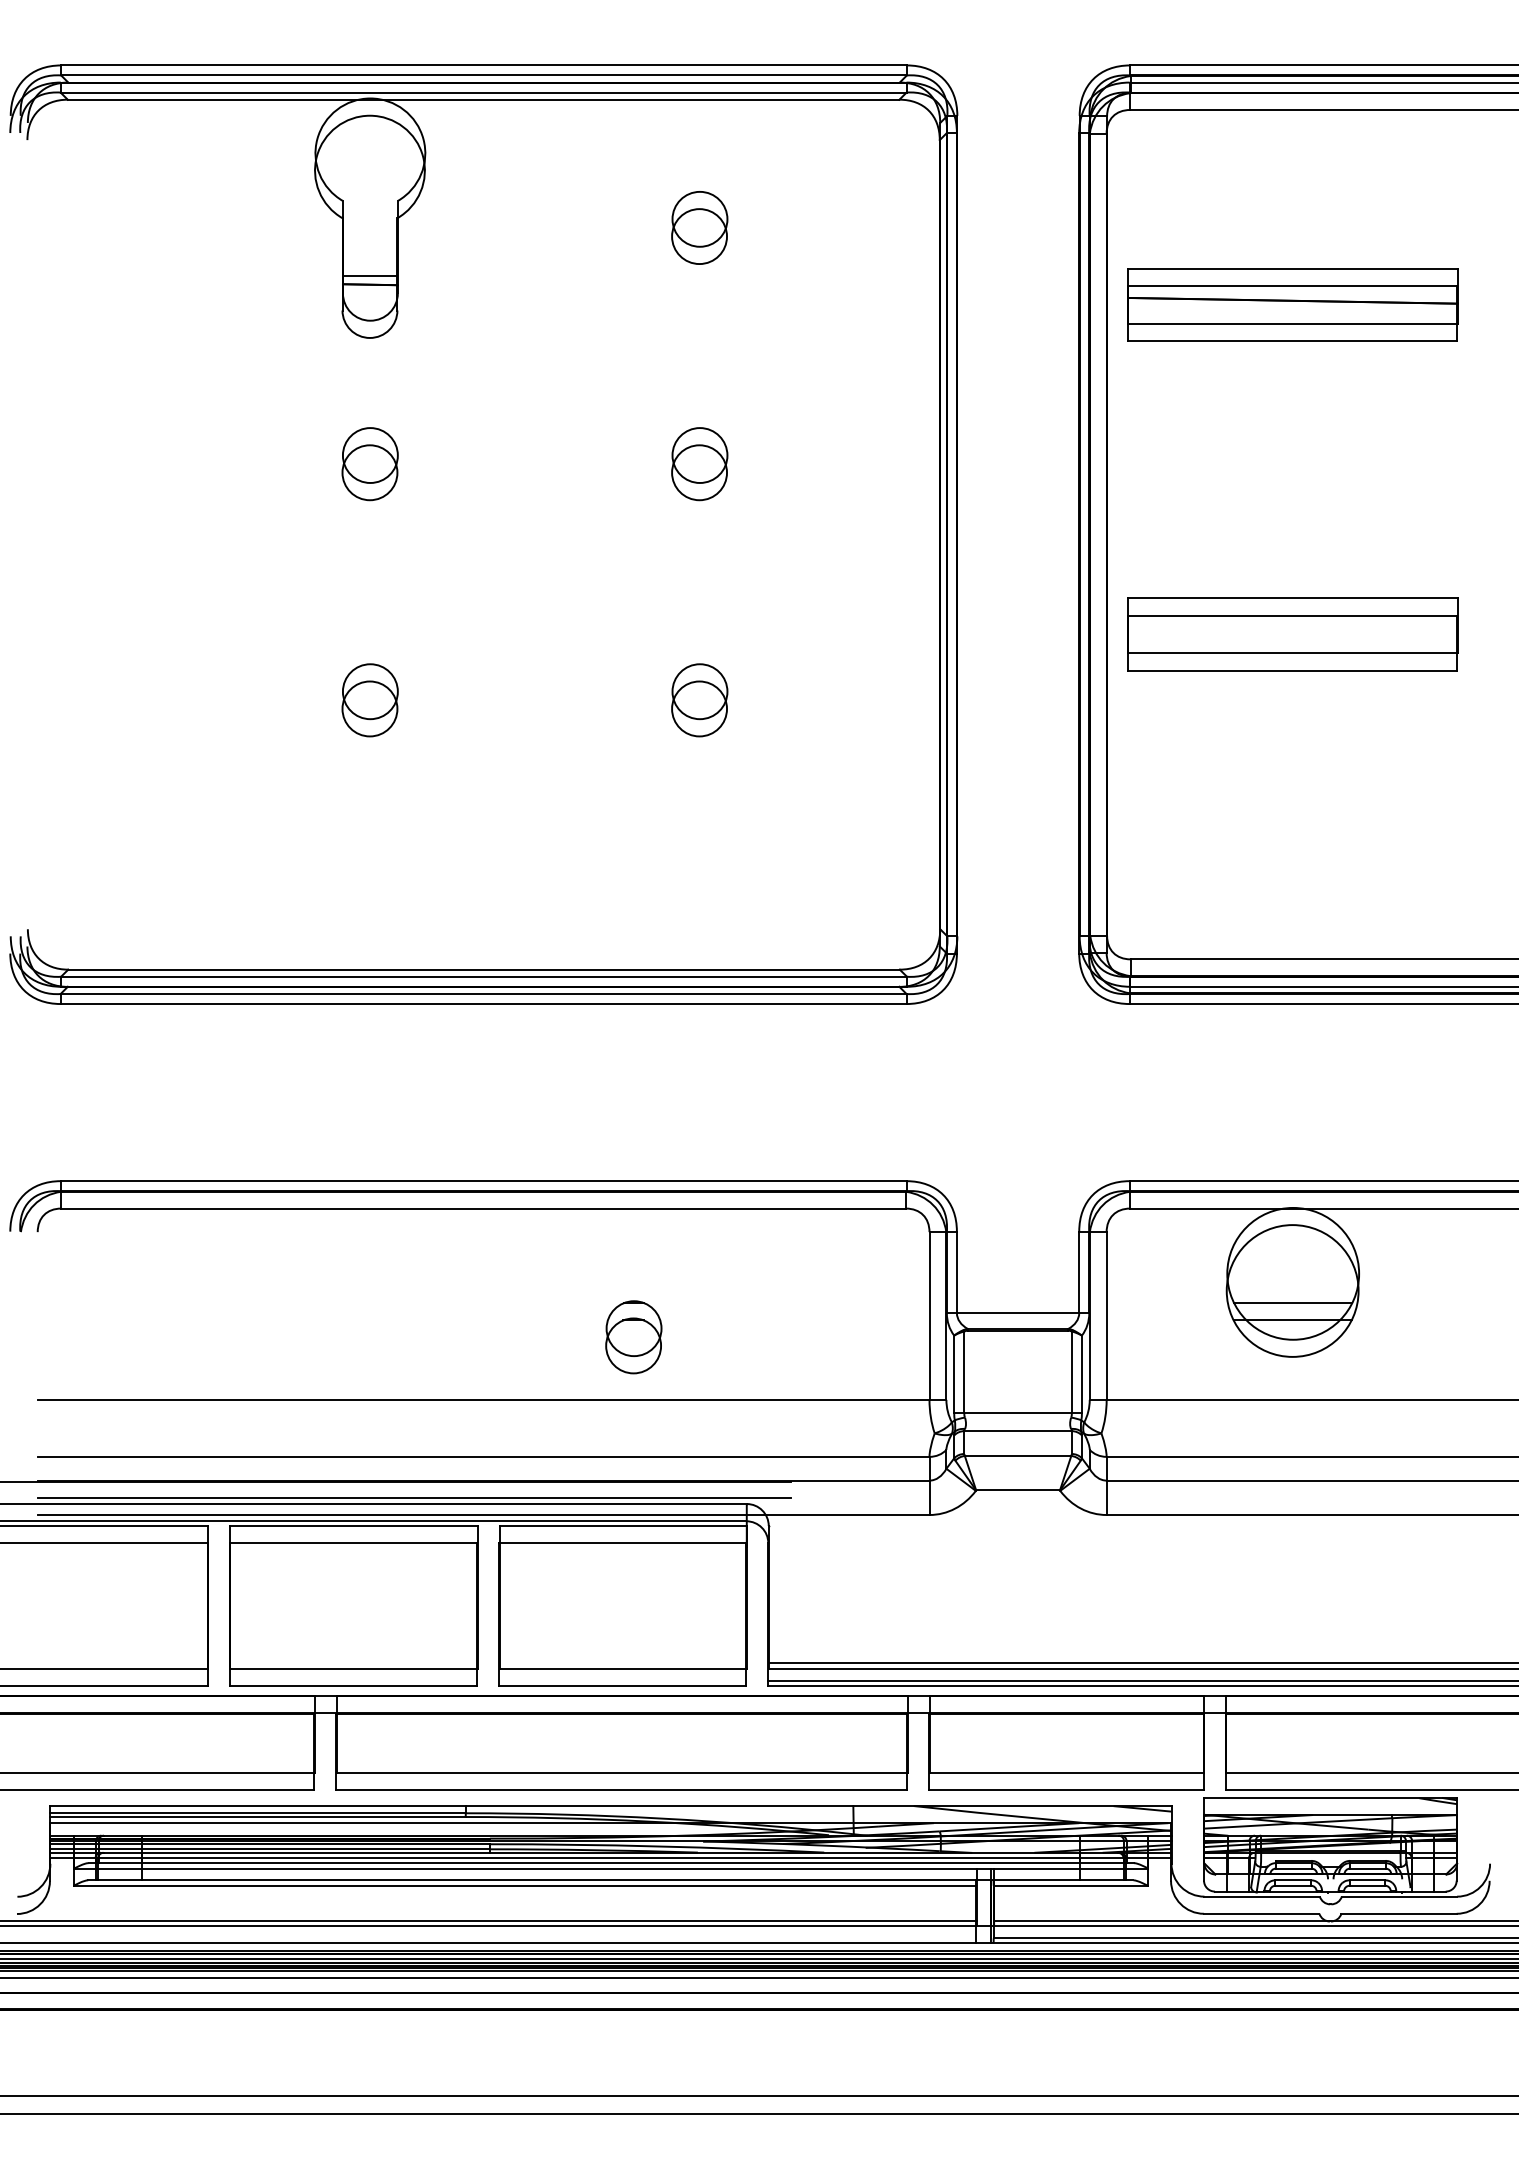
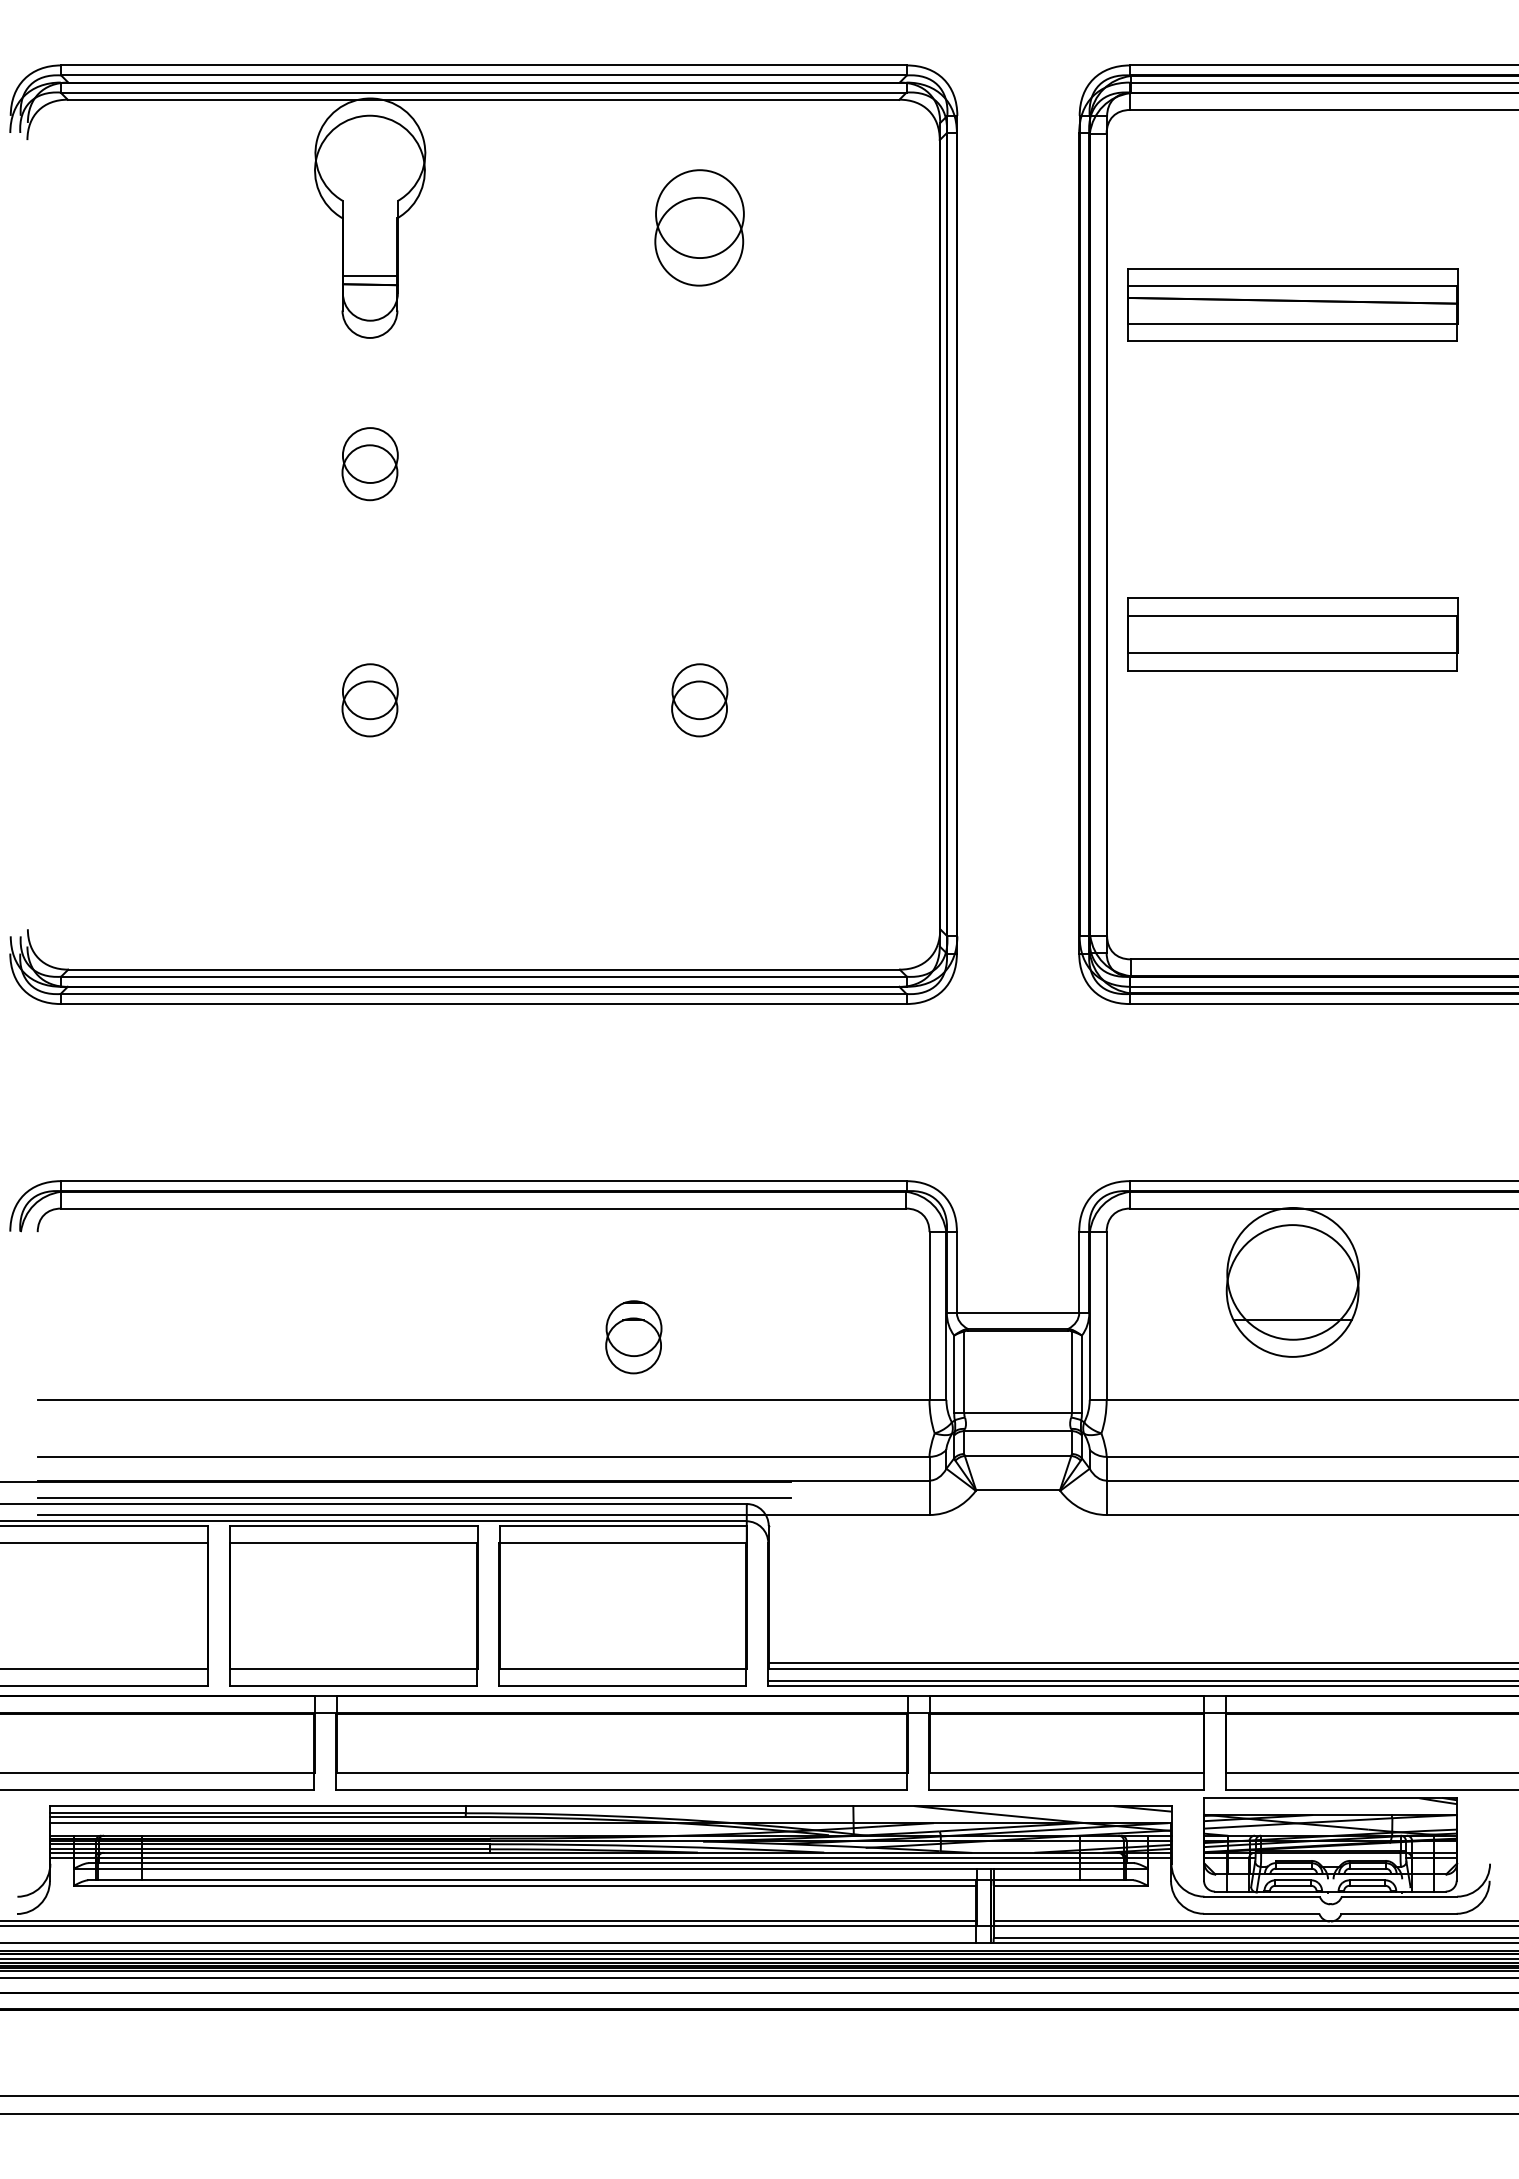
part at (699, 227) size: 58x74 px -> 91x118 px
part at (699, 464): present -> none
line at (1293, 1303): present -> none
